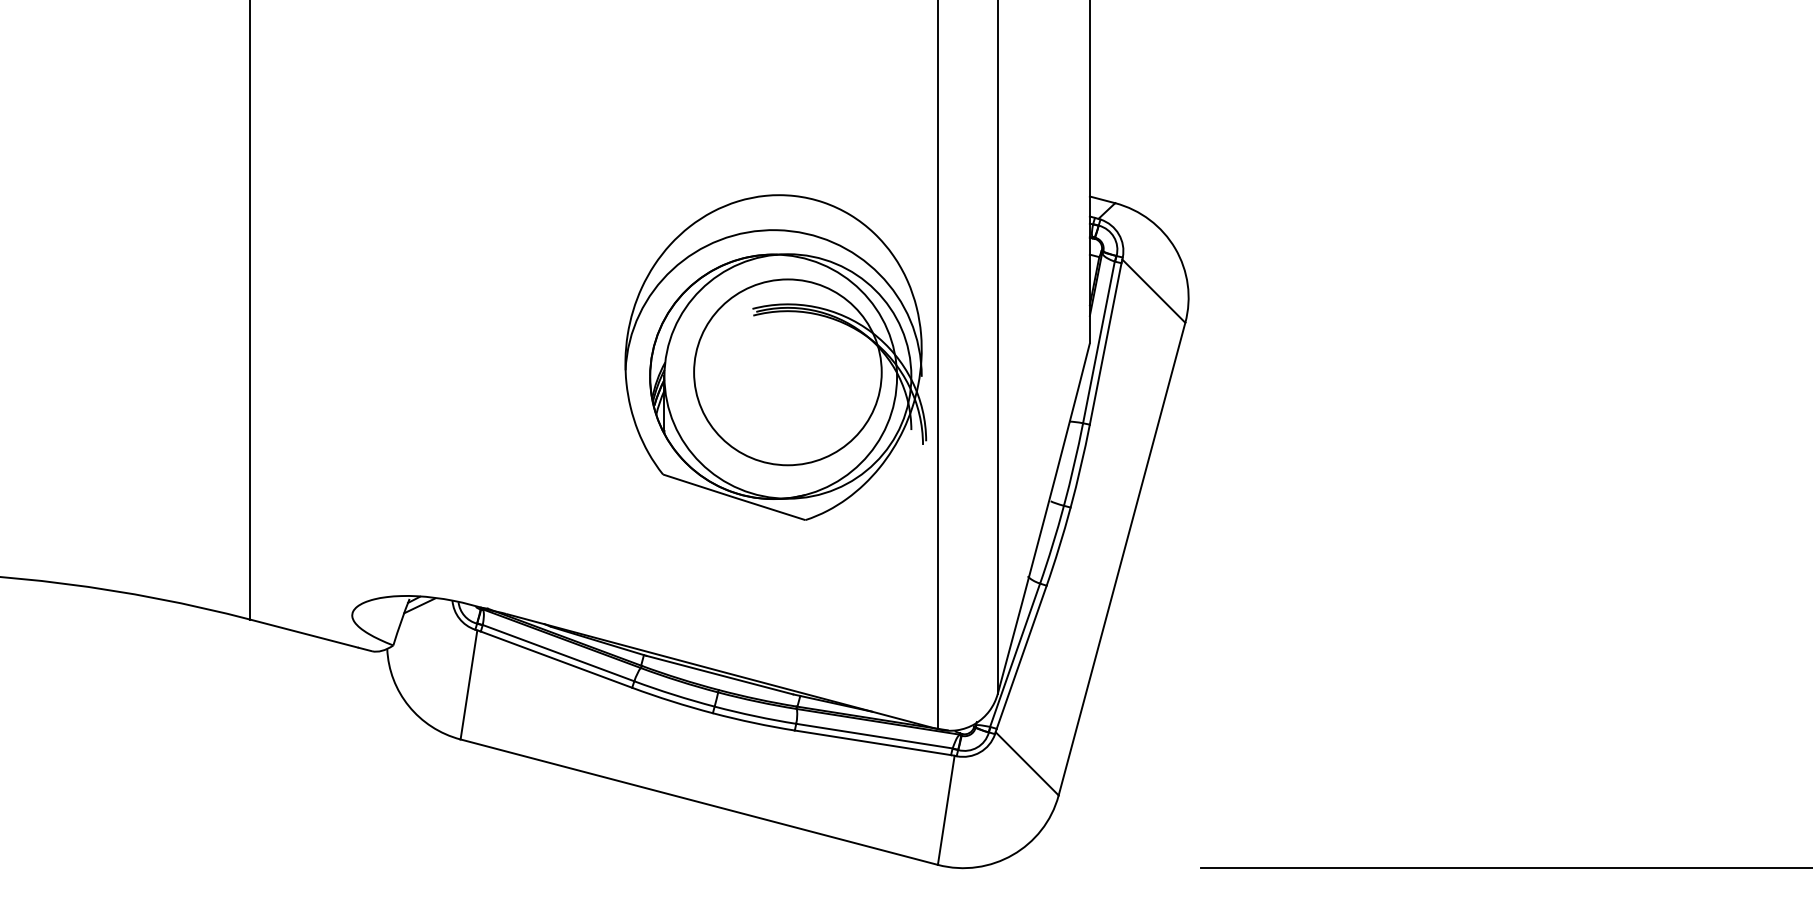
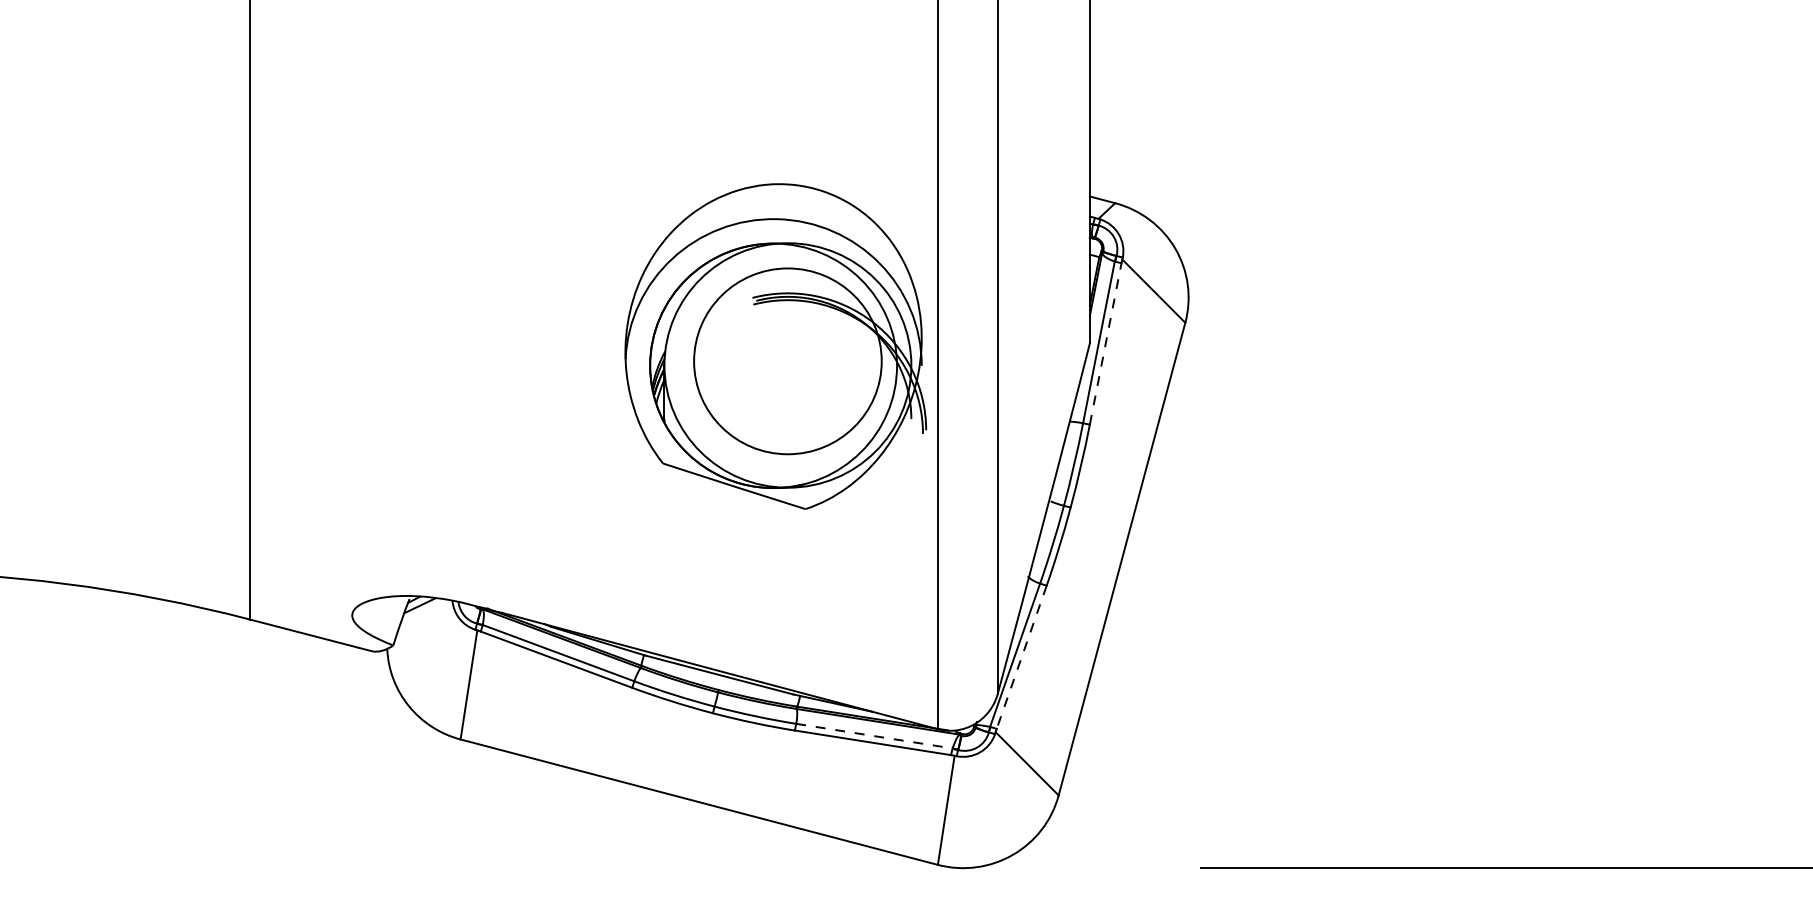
line at (1105, 343): solid -> dashed
part at (775, 357) position: (775, 357) -> (775, 346)
line at (1021, 657): solid -> dashed
line at (874, 736): solid -> dashed
